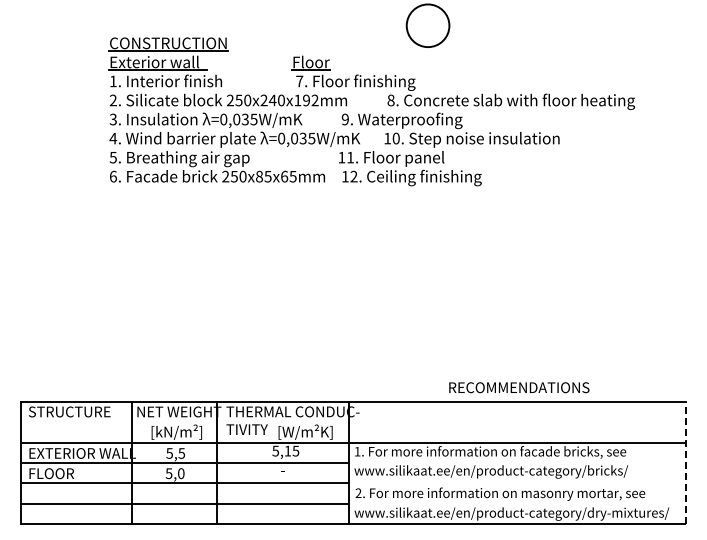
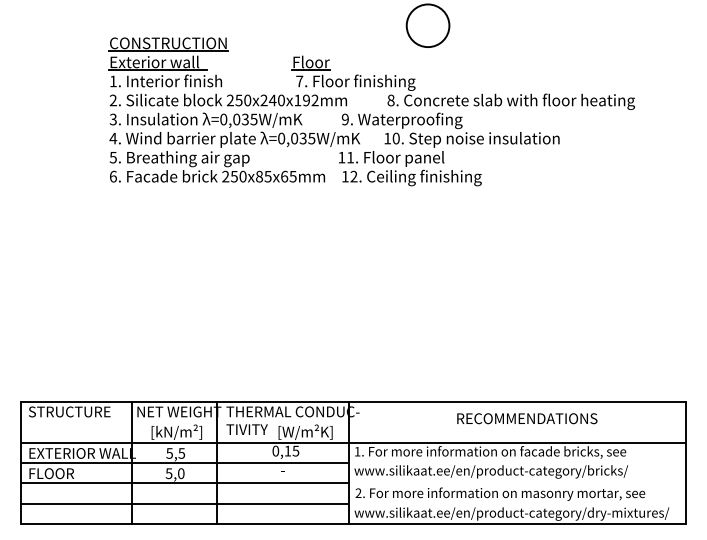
text at (519, 387) position: (519, 387) -> (527, 418)
text at (275, 450): 5,15 -> 0,15
line at (685, 462): dashed -> solid
